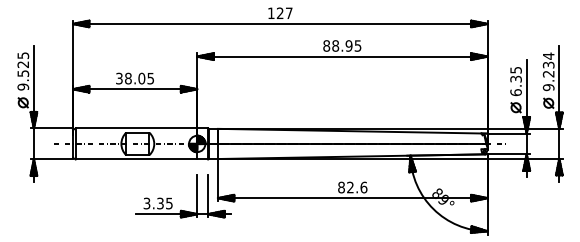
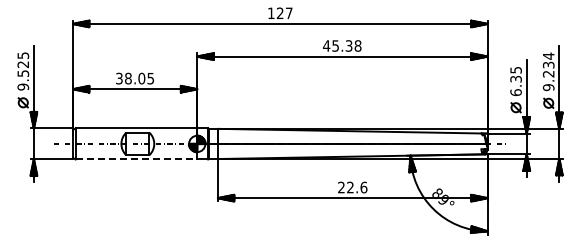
text at (342, 45): 88.95 -> 45.38
line at (136, 159): solid -> dashed
text at (341, 187): 82.6 -> 22.6
part at (171, 197): present -> none
